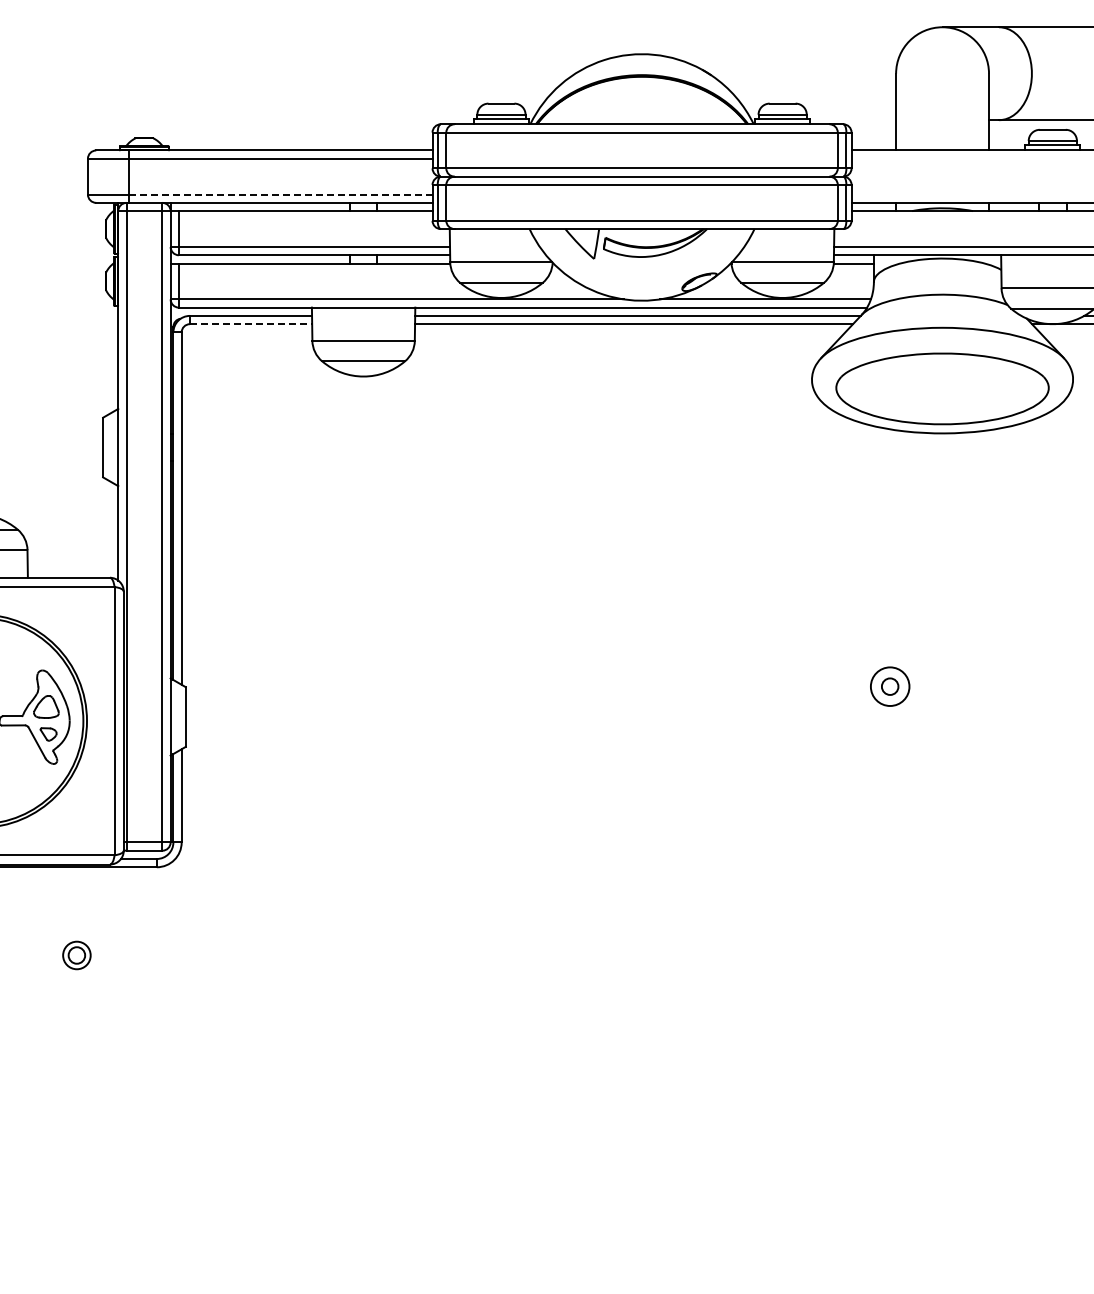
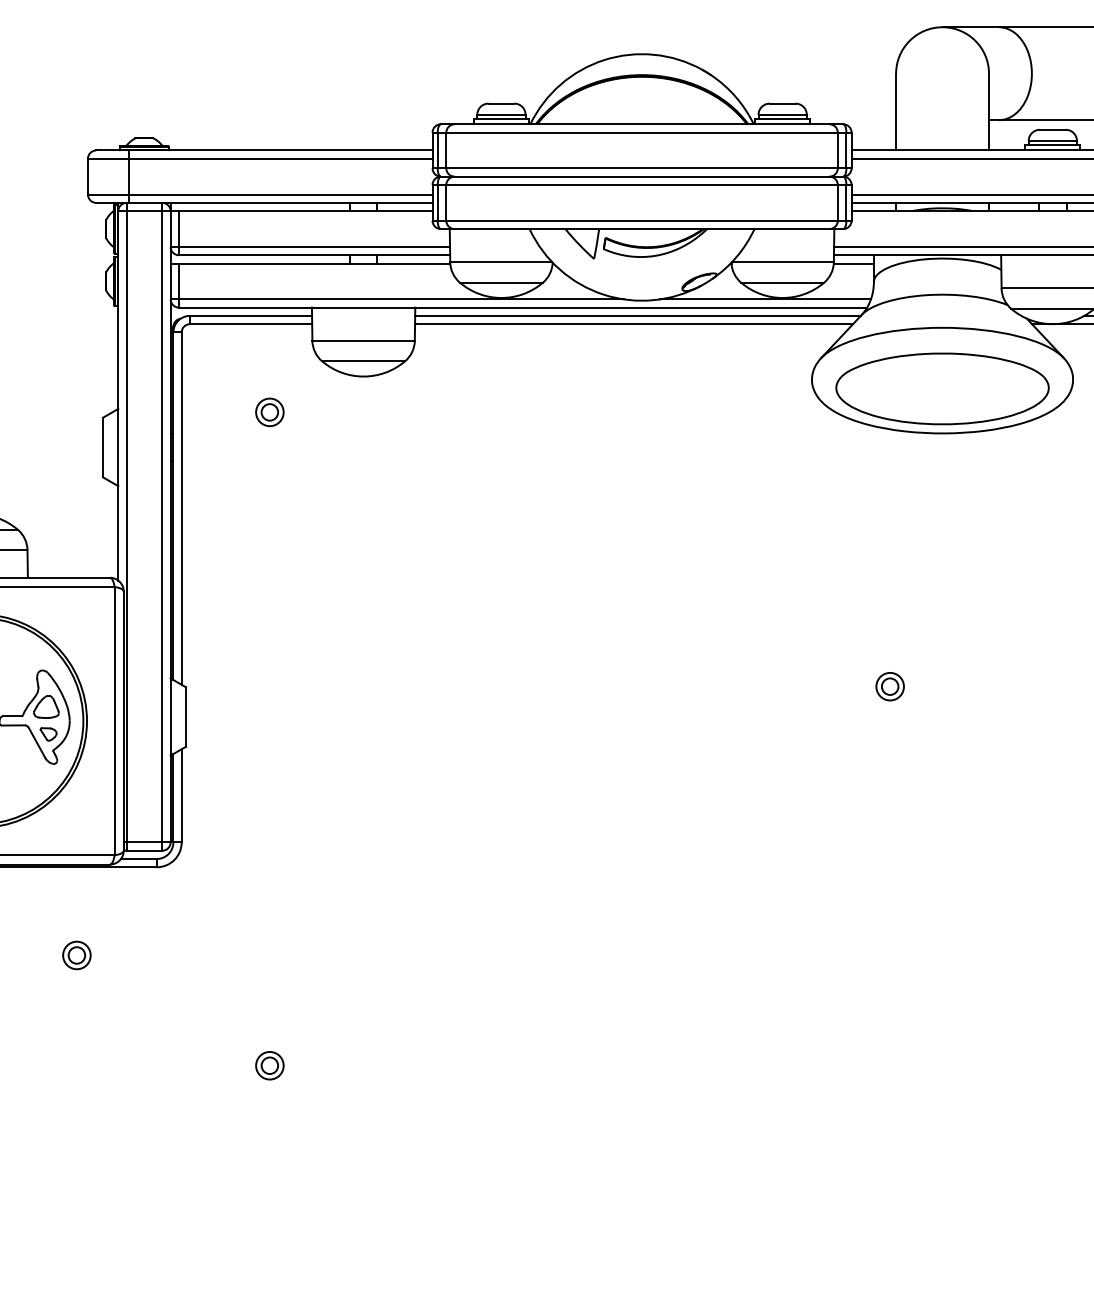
line at (970, 158): none -> present
line at (280, 194): dashed -> solid
line at (970, 194): none -> present
line at (251, 324): dashed -> solid
part at (269, 412): none -> present
circle at (889, 686) diameter: 39 px -> 28 px
part at (269, 1065): none -> present
